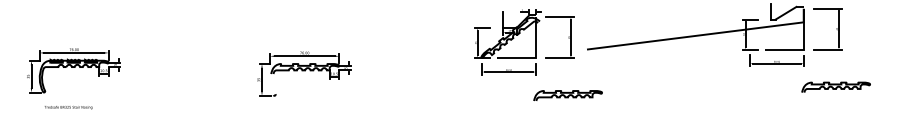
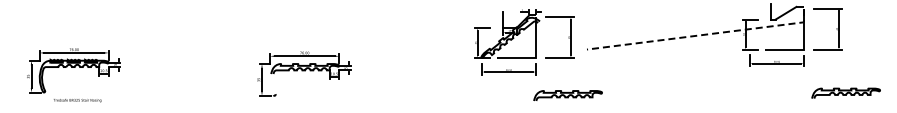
line at (702, 35): solid -> dashed
curve at (835, 85) position: (835, 85) -> (845, 91)
text at (68, 107) position: (68, 107) -> (77, 100)
